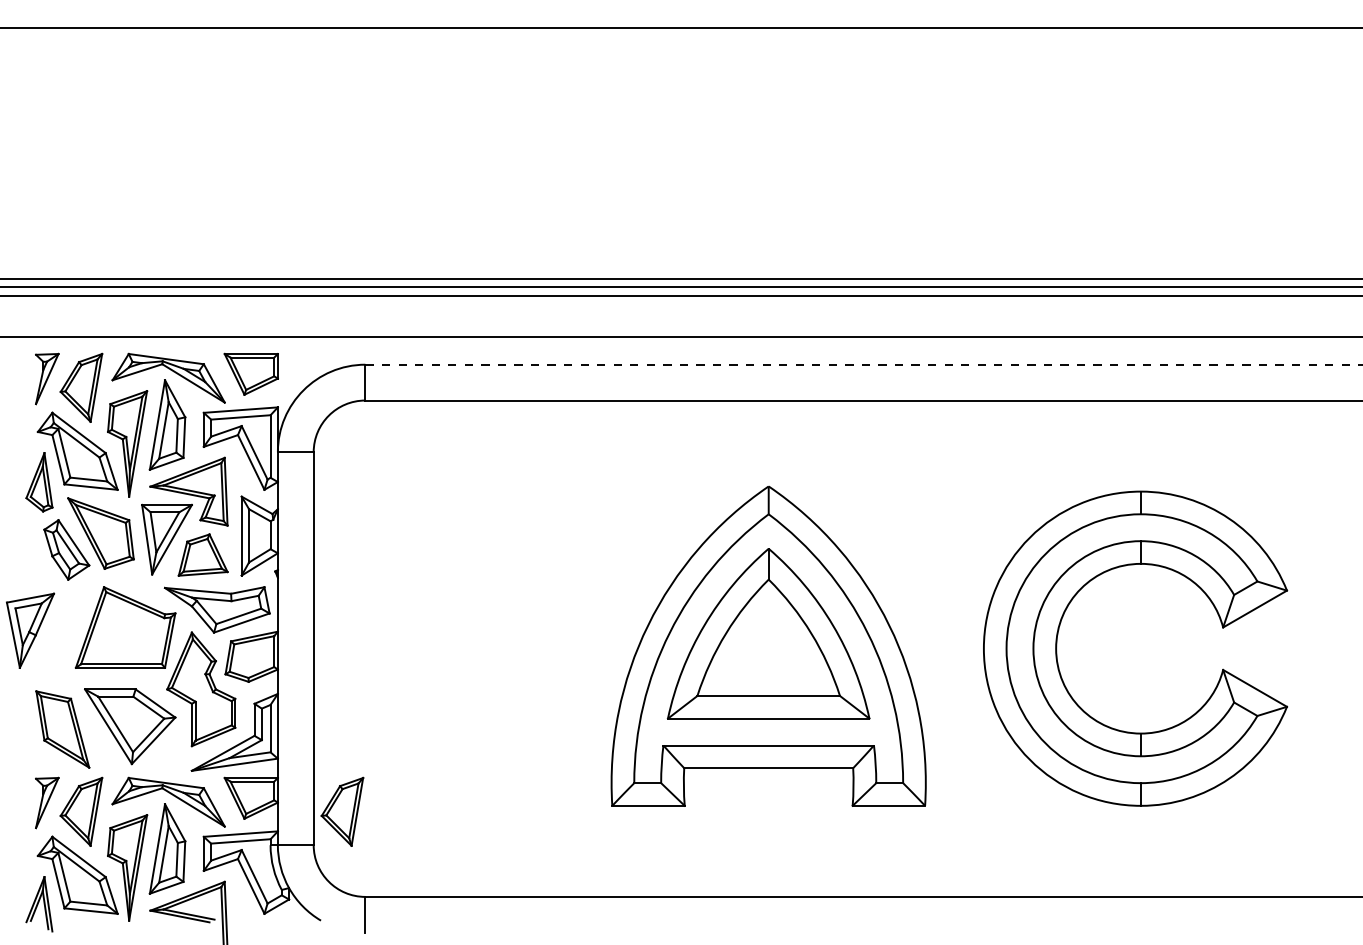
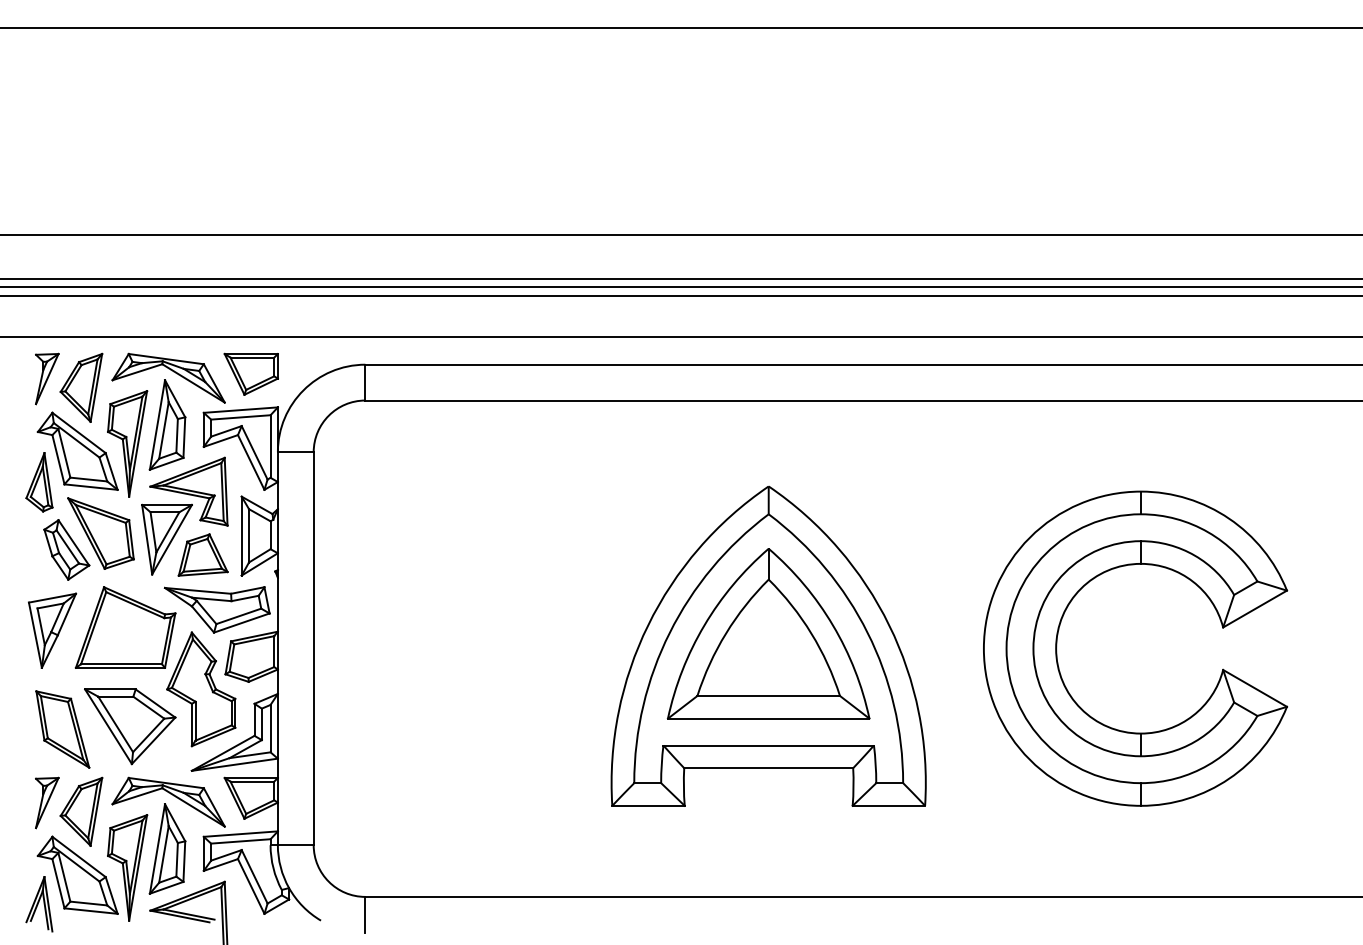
line at (680, 235): none -> present
line at (864, 364): dashed -> solid
part at (30, 630) position: (30, 630) -> (52, 630)
part at (342, 811): present -> none
